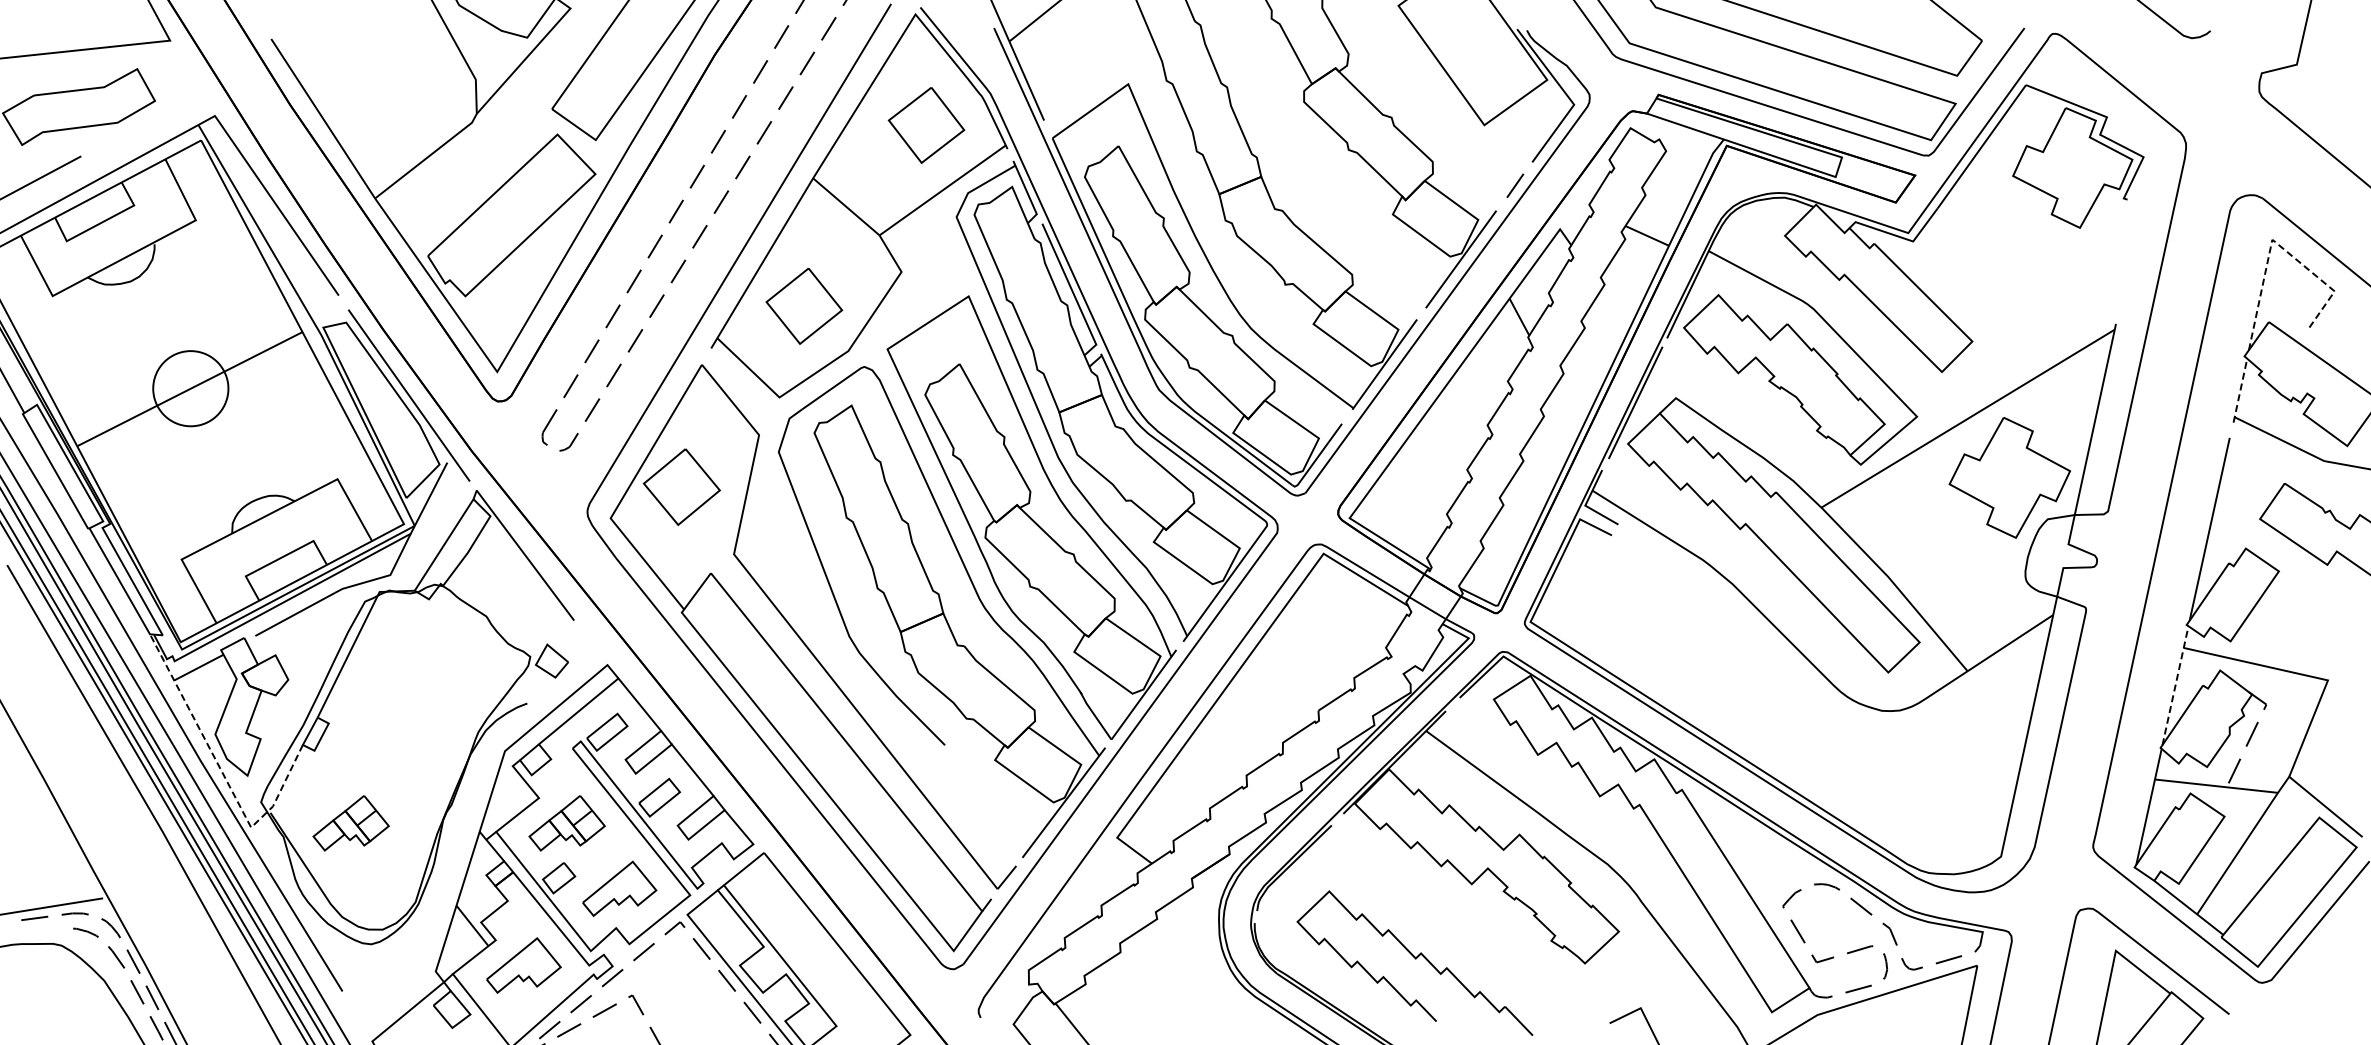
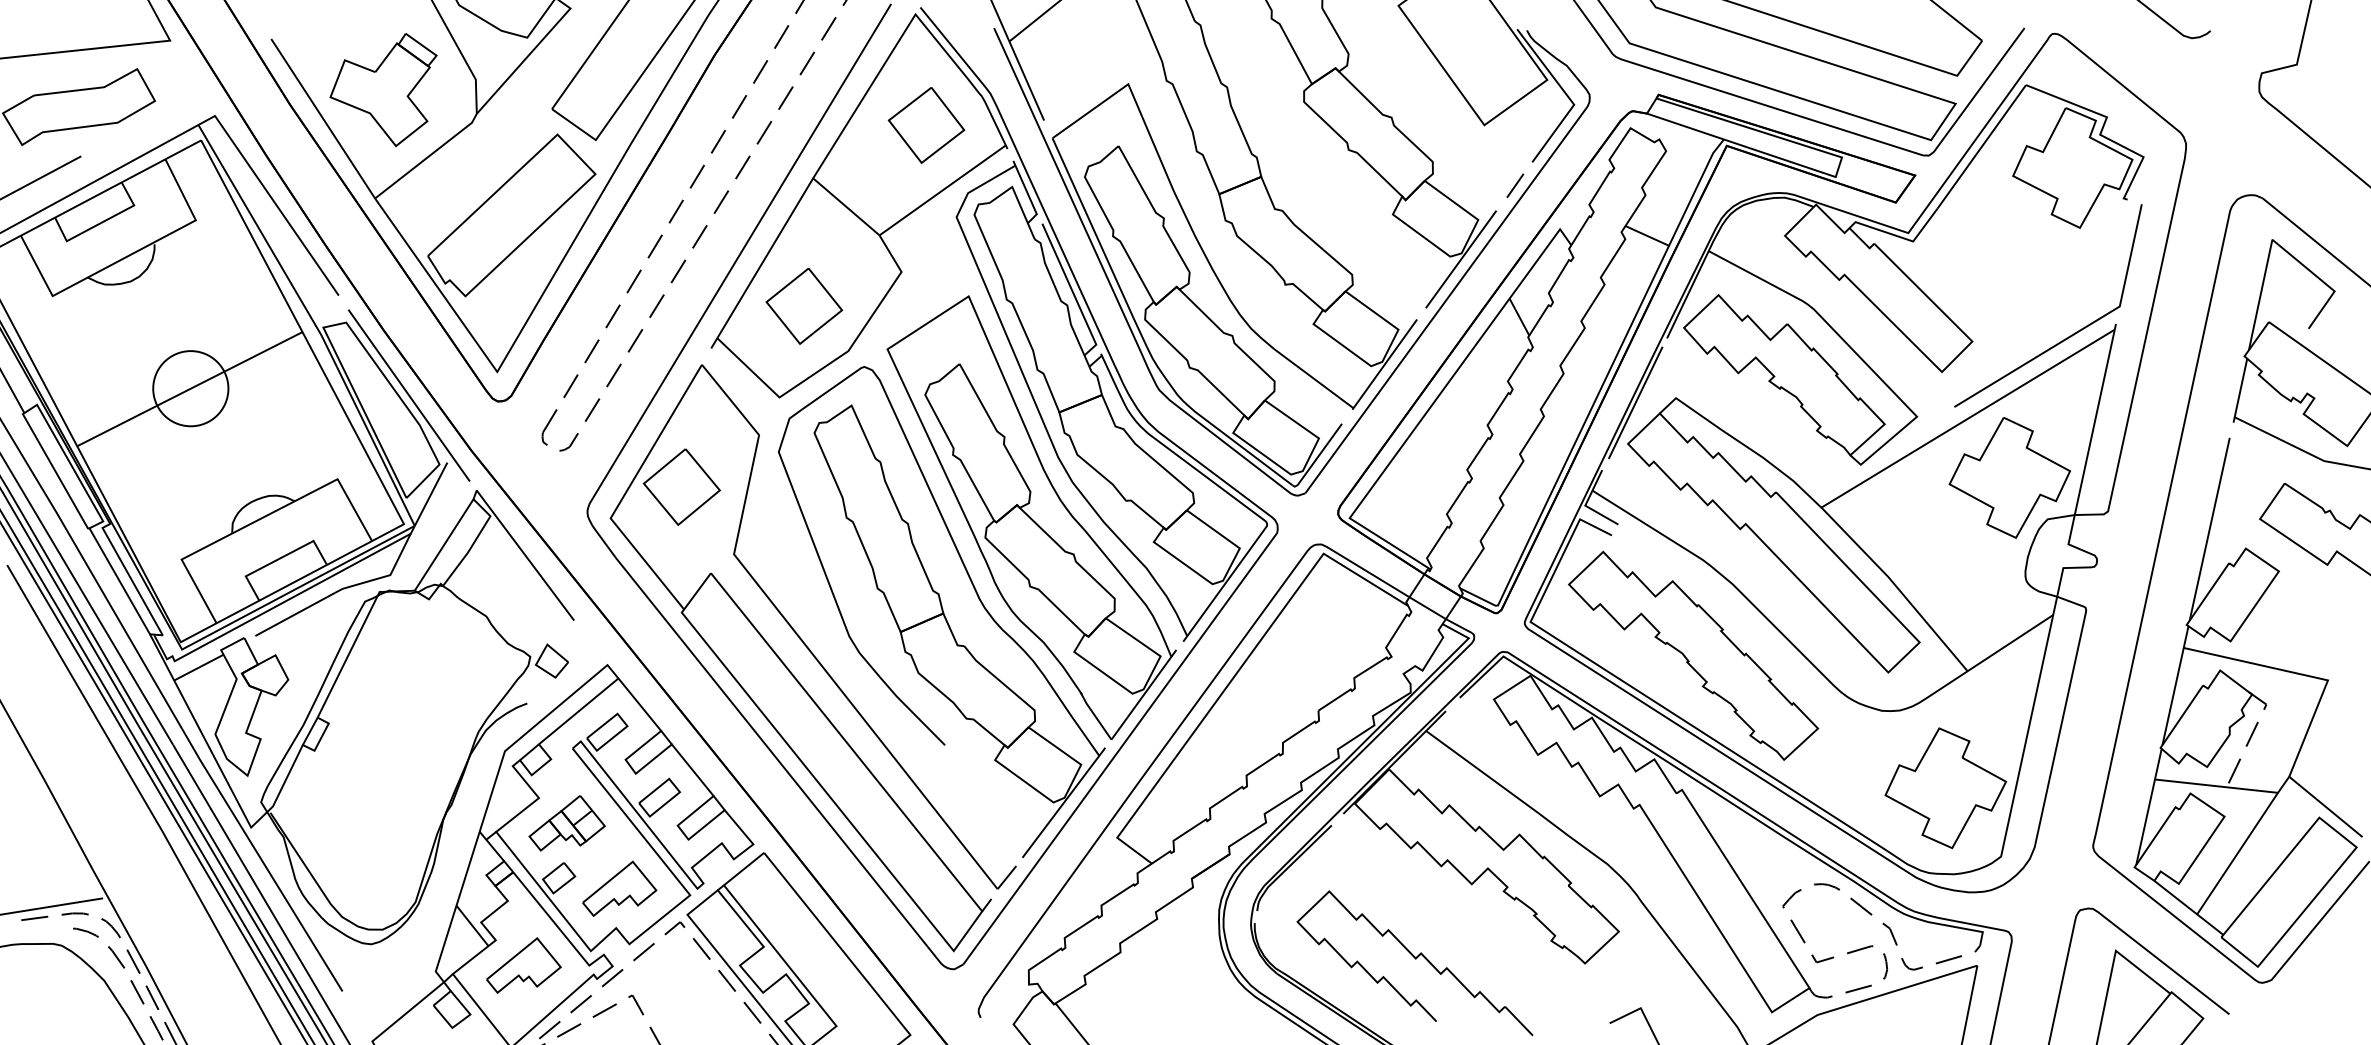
part at (383, 90): none -> present
line at (2277, 244): dashed -> solid
line at (2066, 337): none -> present
line at (2240, 390): dashed -> solid
part at (1693, 655): none -> present
line at (2175, 685): dashed -> solid
line at (223, 775): dashed -> solid
part at (1945, 788): none -> present
part at (350, 823): present -> none
